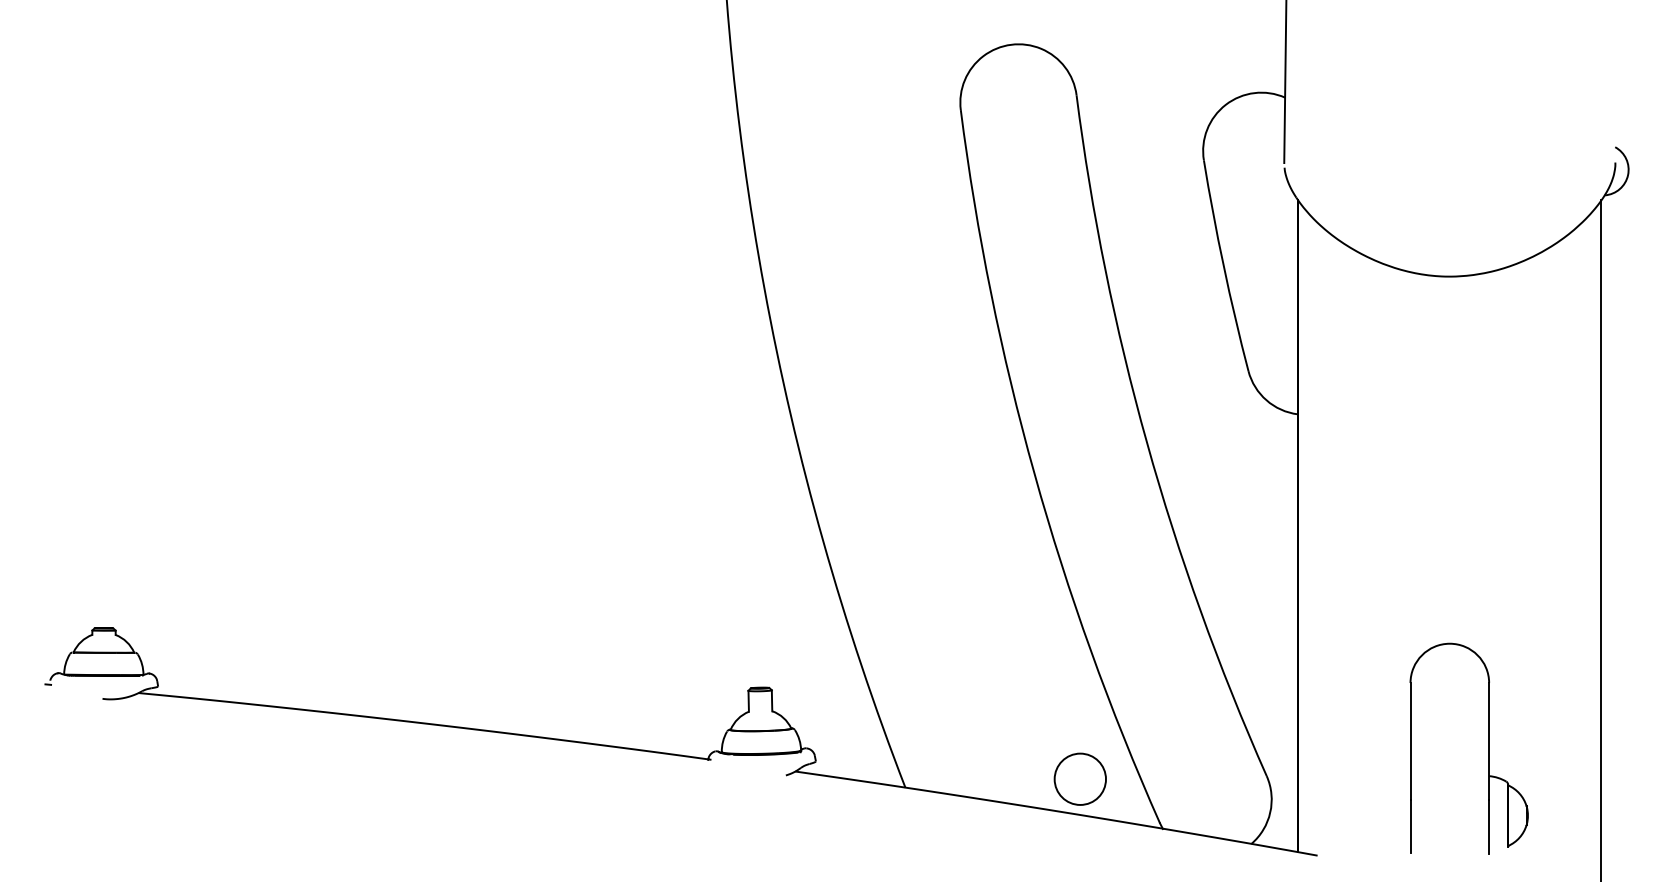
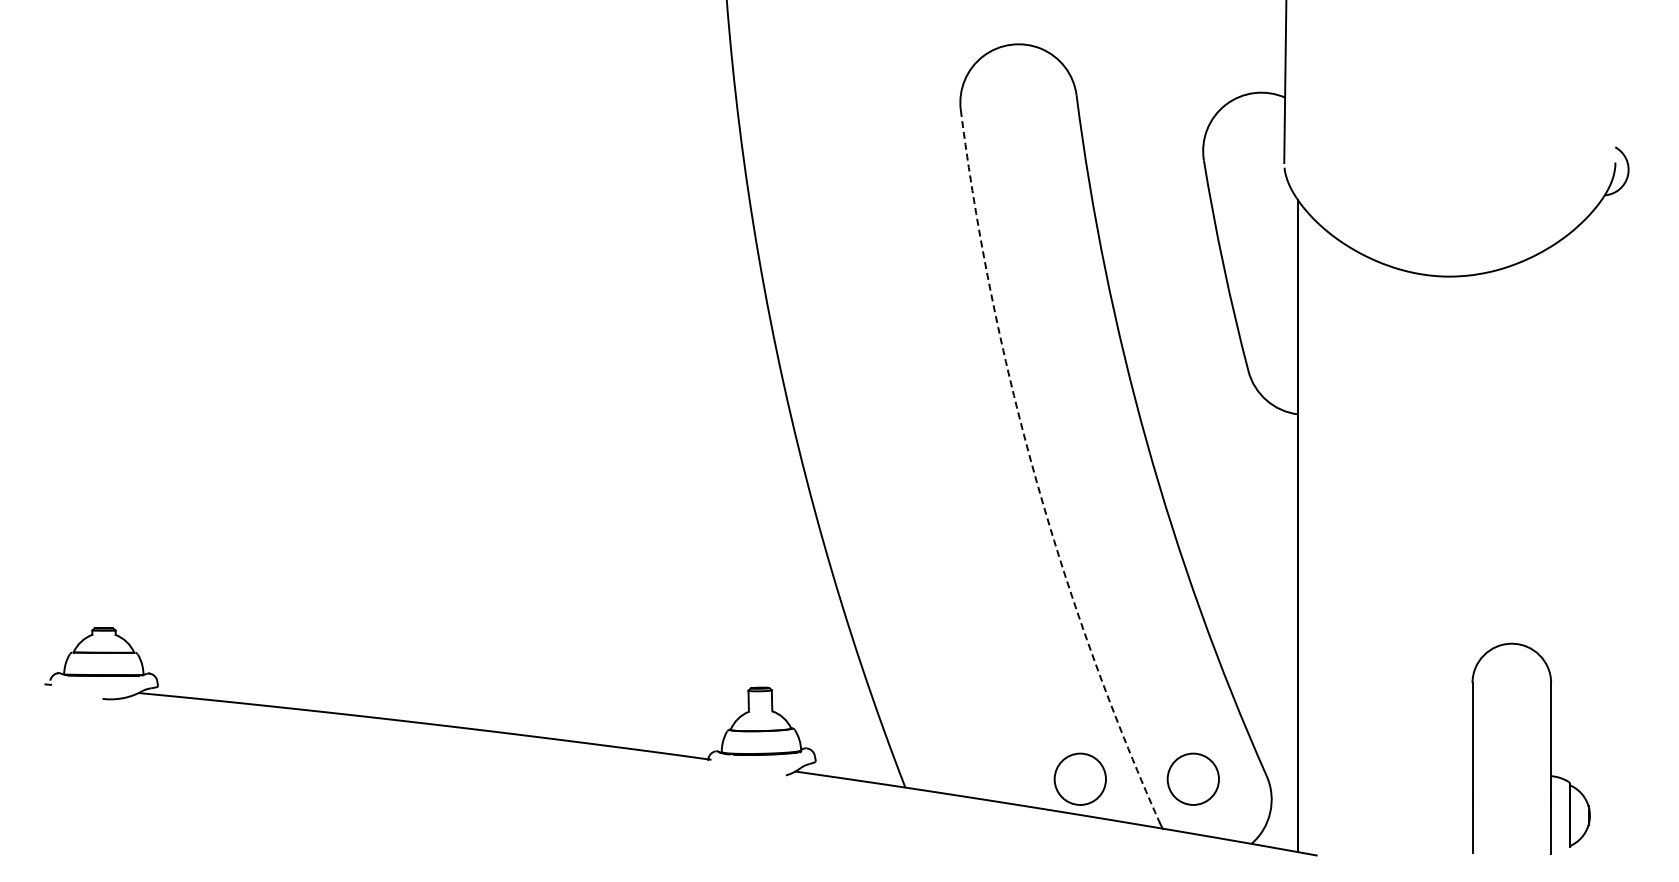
arc at (1034, 473): solid -> dashed
line at (1601, 539): present -> none
part at (1488, 748) position: (1488, 748) -> (1550, 748)
circle at (1192, 778): none -> present
